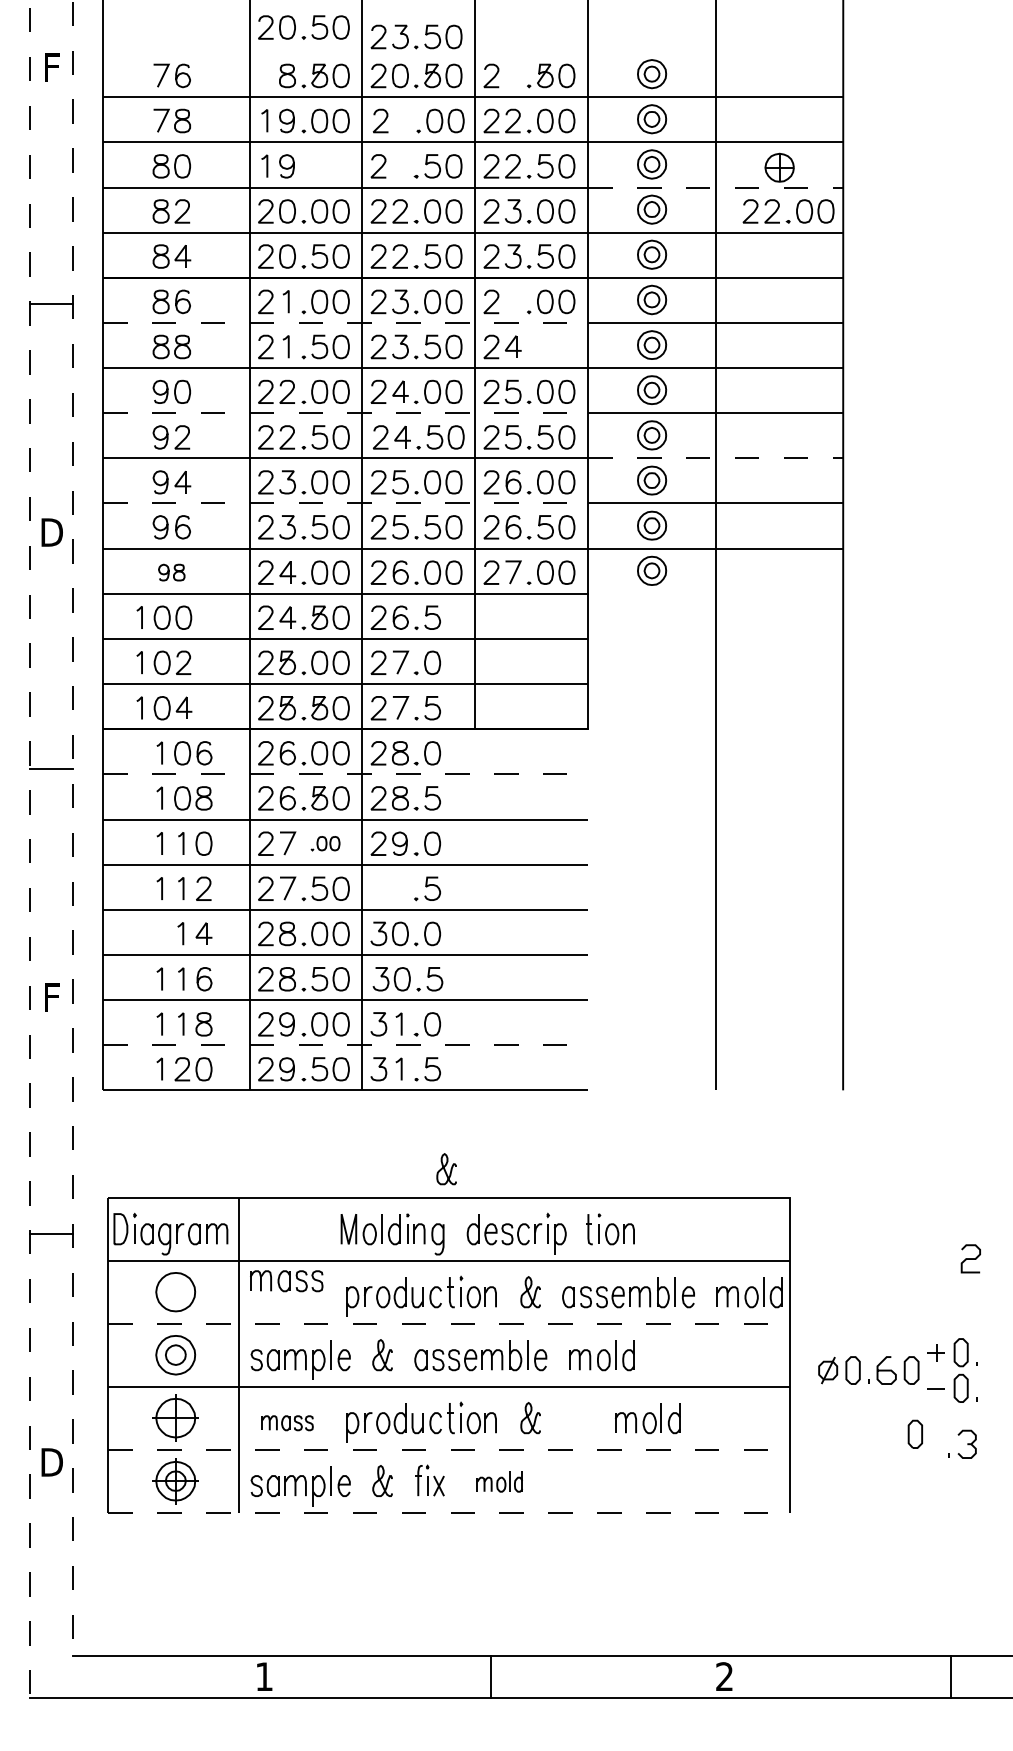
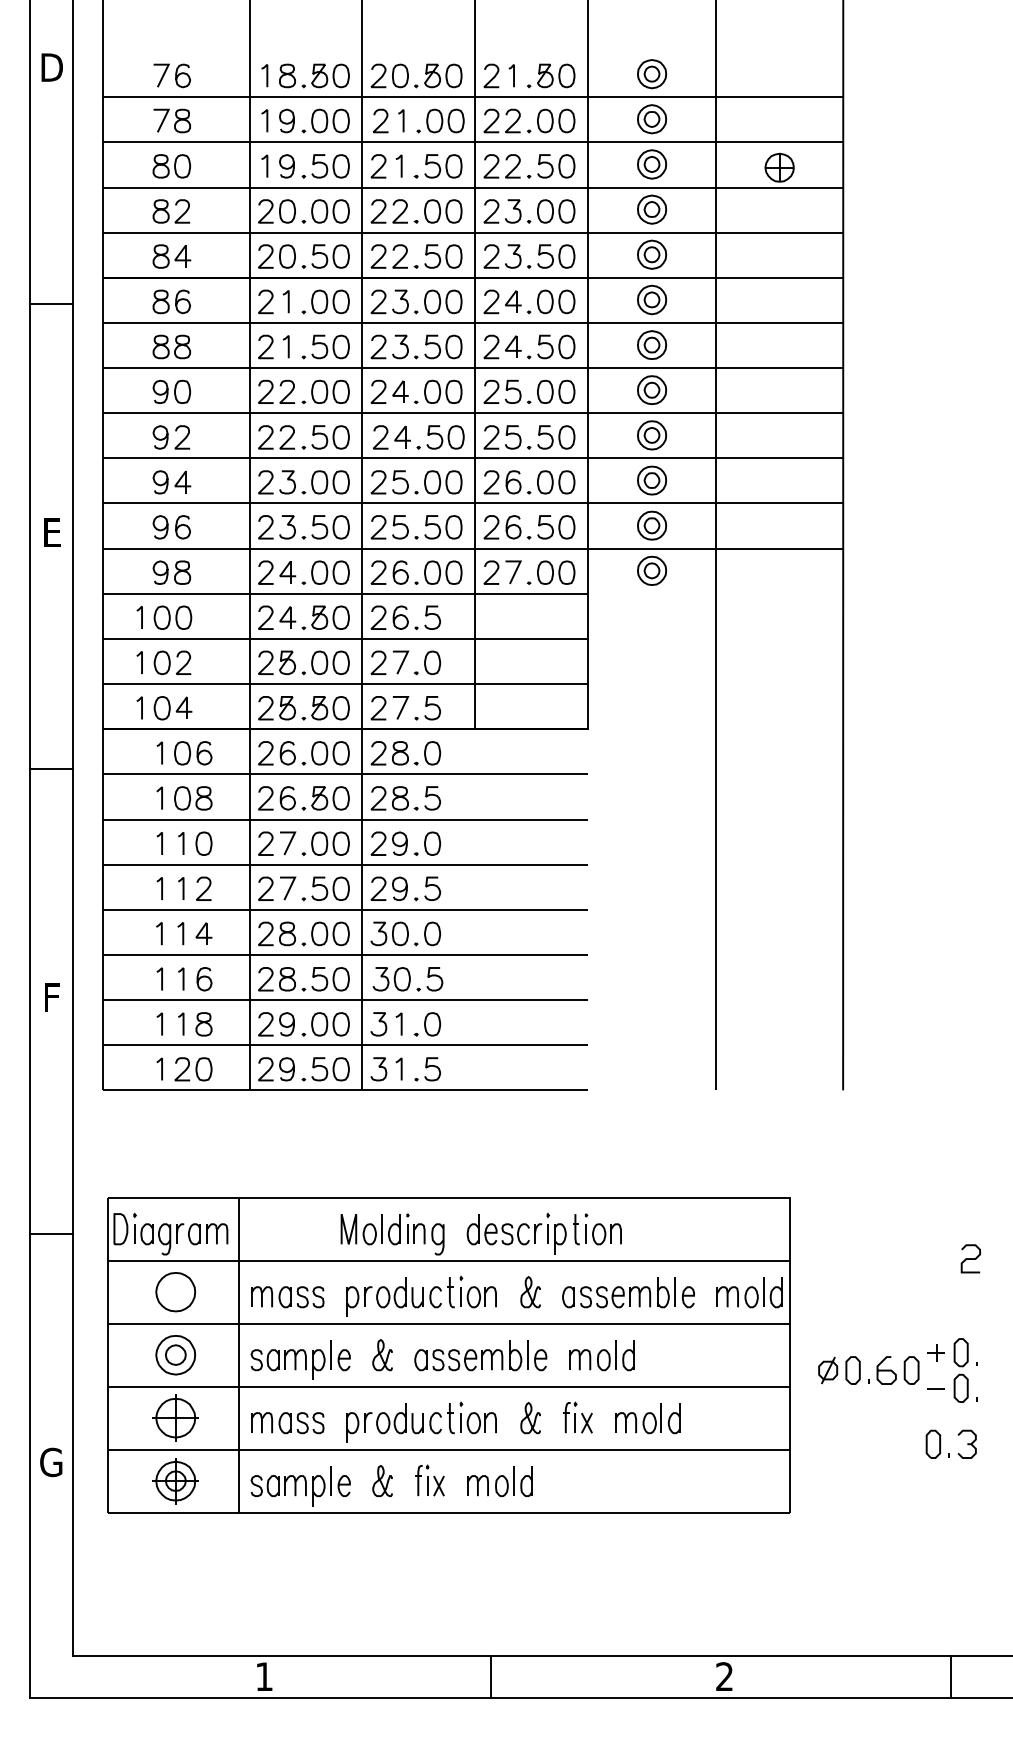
part at (295, 27): present -> none
part at (408, 37): present -> none
text at (51, 67): F -> D
line at (266, 75): none -> present
line at (513, 75): none -> present
line at (402, 120): none -> present
line at (400, 165): none -> present
part at (325, 166): none -> present
line at (716, 187): dashed -> solid
part at (796, 211): present -> none
part at (513, 301): none -> present
line at (345, 323): dashed -> solid
part at (551, 346): none -> present
line at (345, 412): dashed -> solid
line at (715, 458): dashed -> solid
line at (345, 503): dashed -> solid
text at (51, 532): D -> E
part at (171, 572) size: 28x19 px -> 39x25 px
line at (345, 774): dashed -> solid
line at (72, 828): dashed -> solid
part at (325, 843) size: 31x16 px -> 49x25 px
line at (30, 849): dashed -> solid
part at (388, 888): none -> present
line at (161, 933): none -> present
line at (345, 1045): dashed -> solid
curve at (445, 1169): present -> none
part at (610, 1229) position: (610, 1229) -> (597, 1229)
part at (286, 1281) position: (286, 1281) -> (287, 1297)
line at (449, 1323): dashed -> solid
part at (577, 1417): none -> present
part at (287, 1423) size: 53x17 px -> 74x23 px
part at (914, 1433) position: (914, 1433) -> (932, 1443)
line at (449, 1449): dashed -> solid
text at (51, 1462): D -> G
part at (499, 1481) size: 47x22 px -> 66x31 px
line at (449, 1512): dashed -> solid
